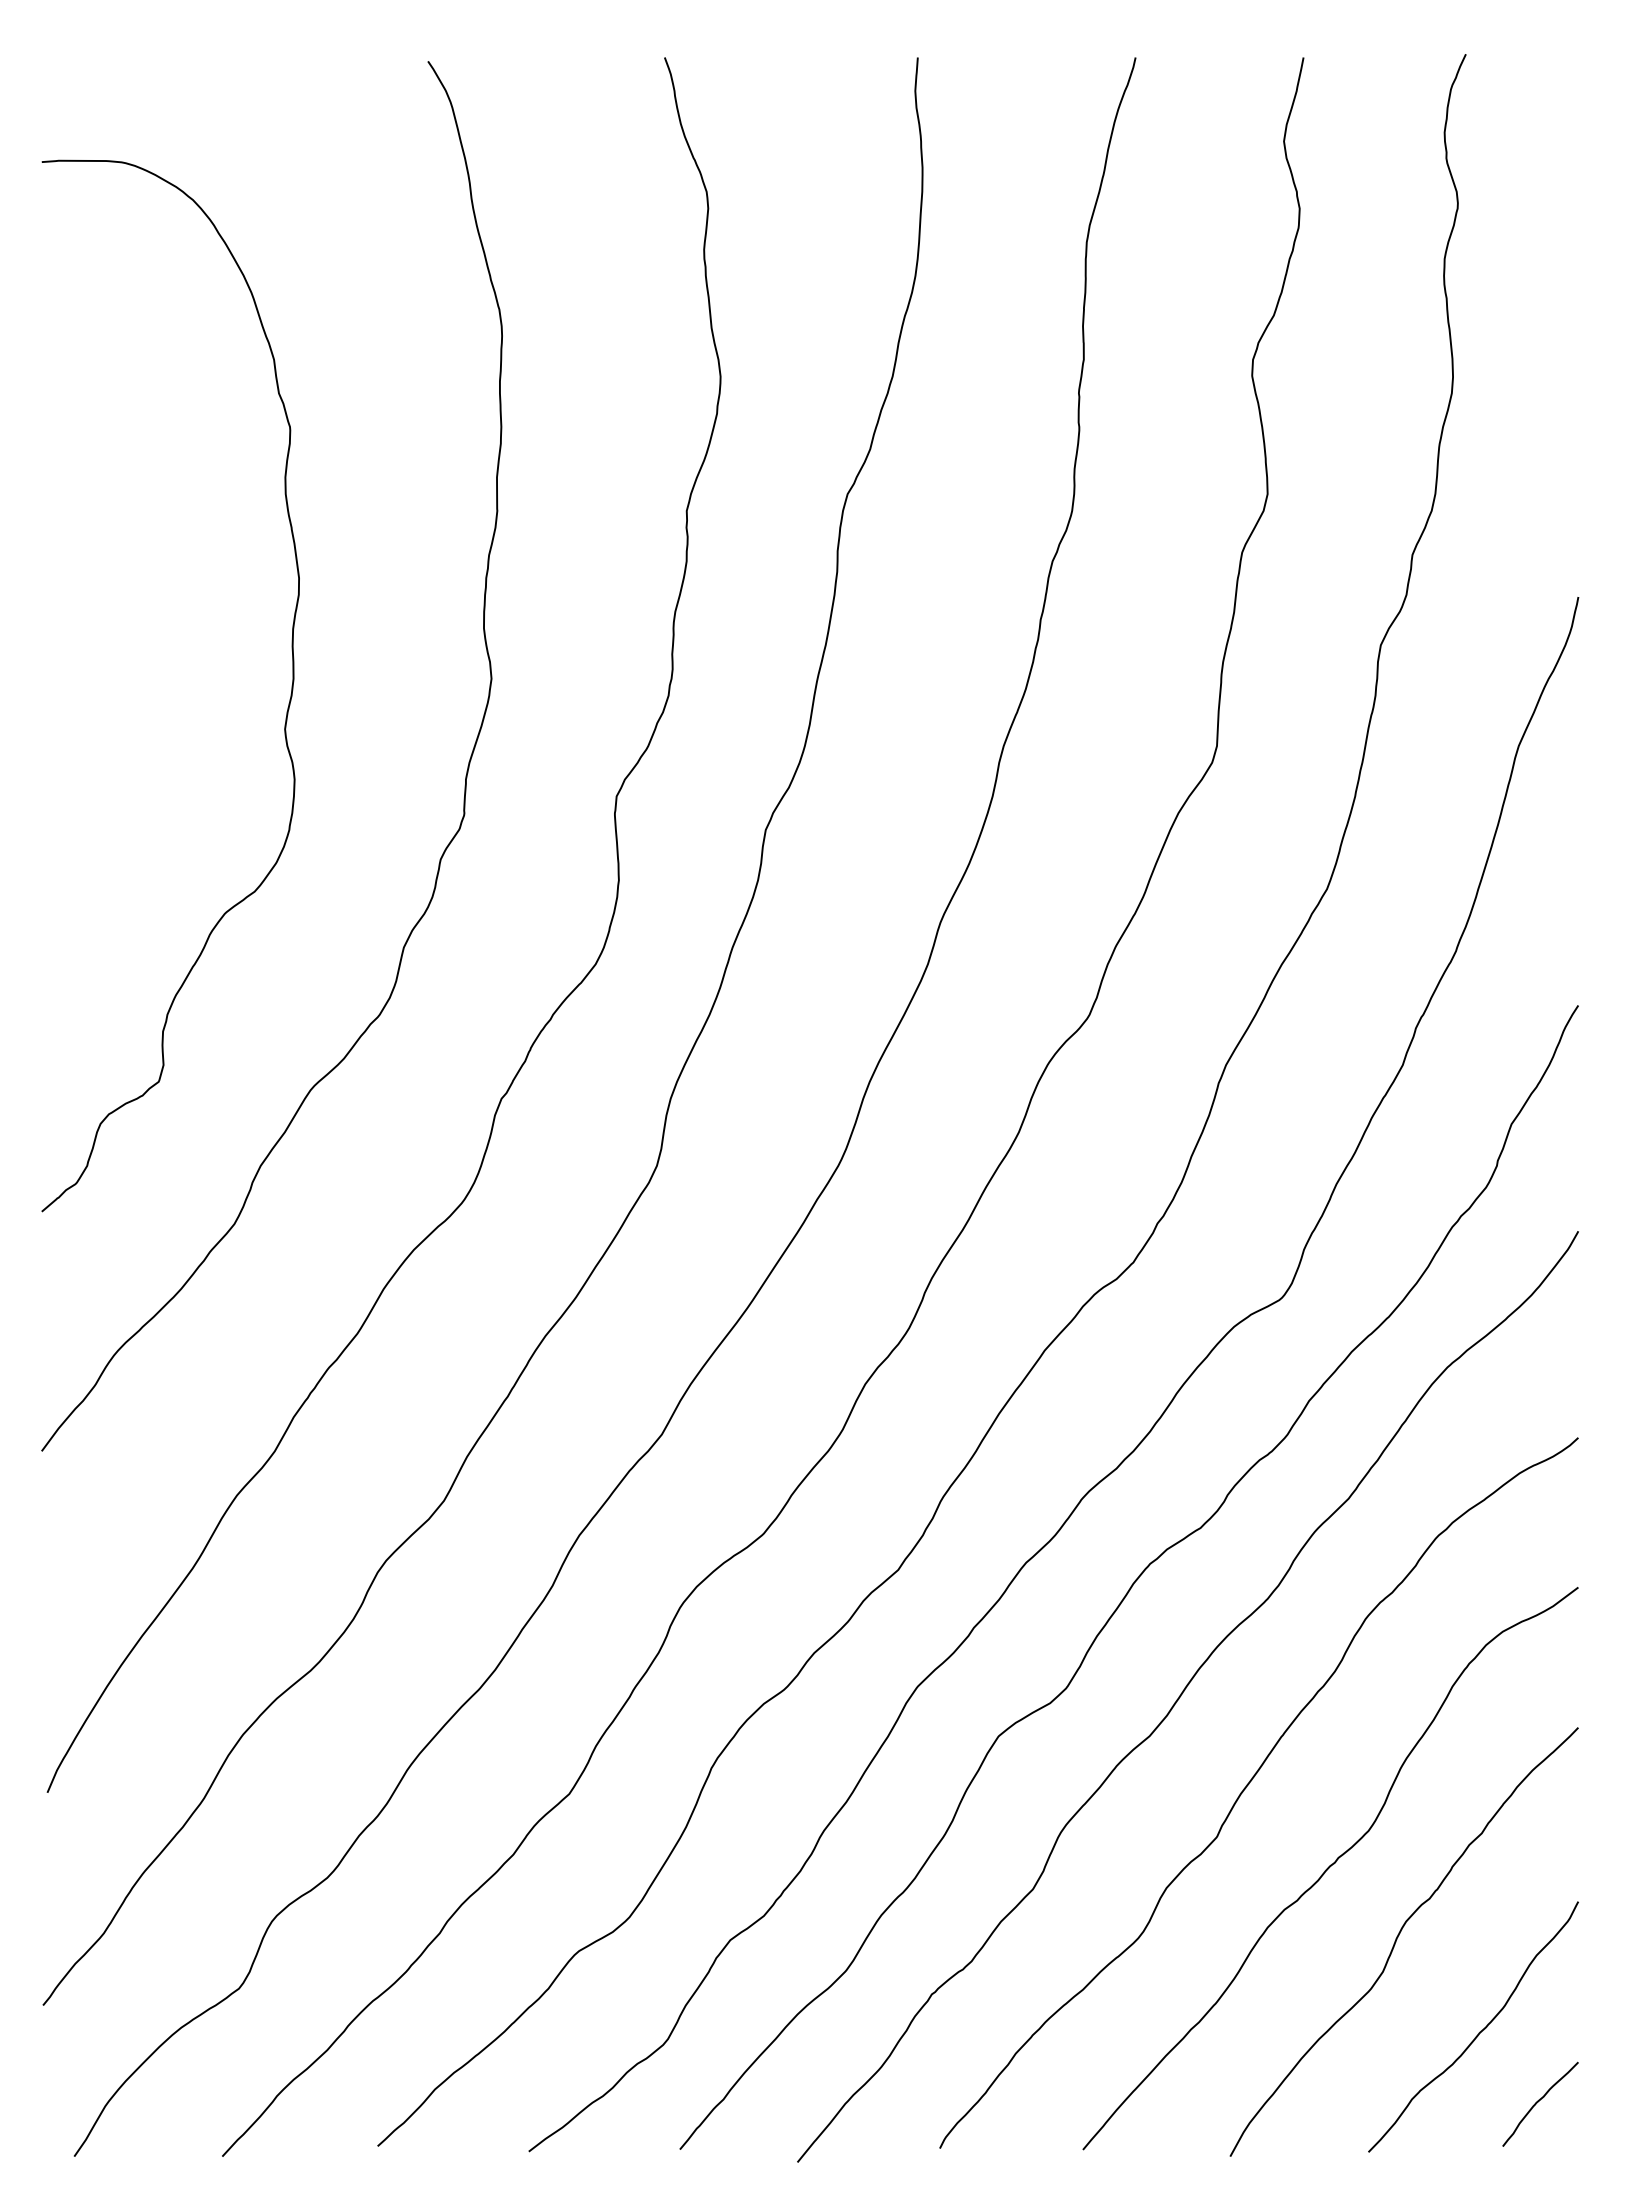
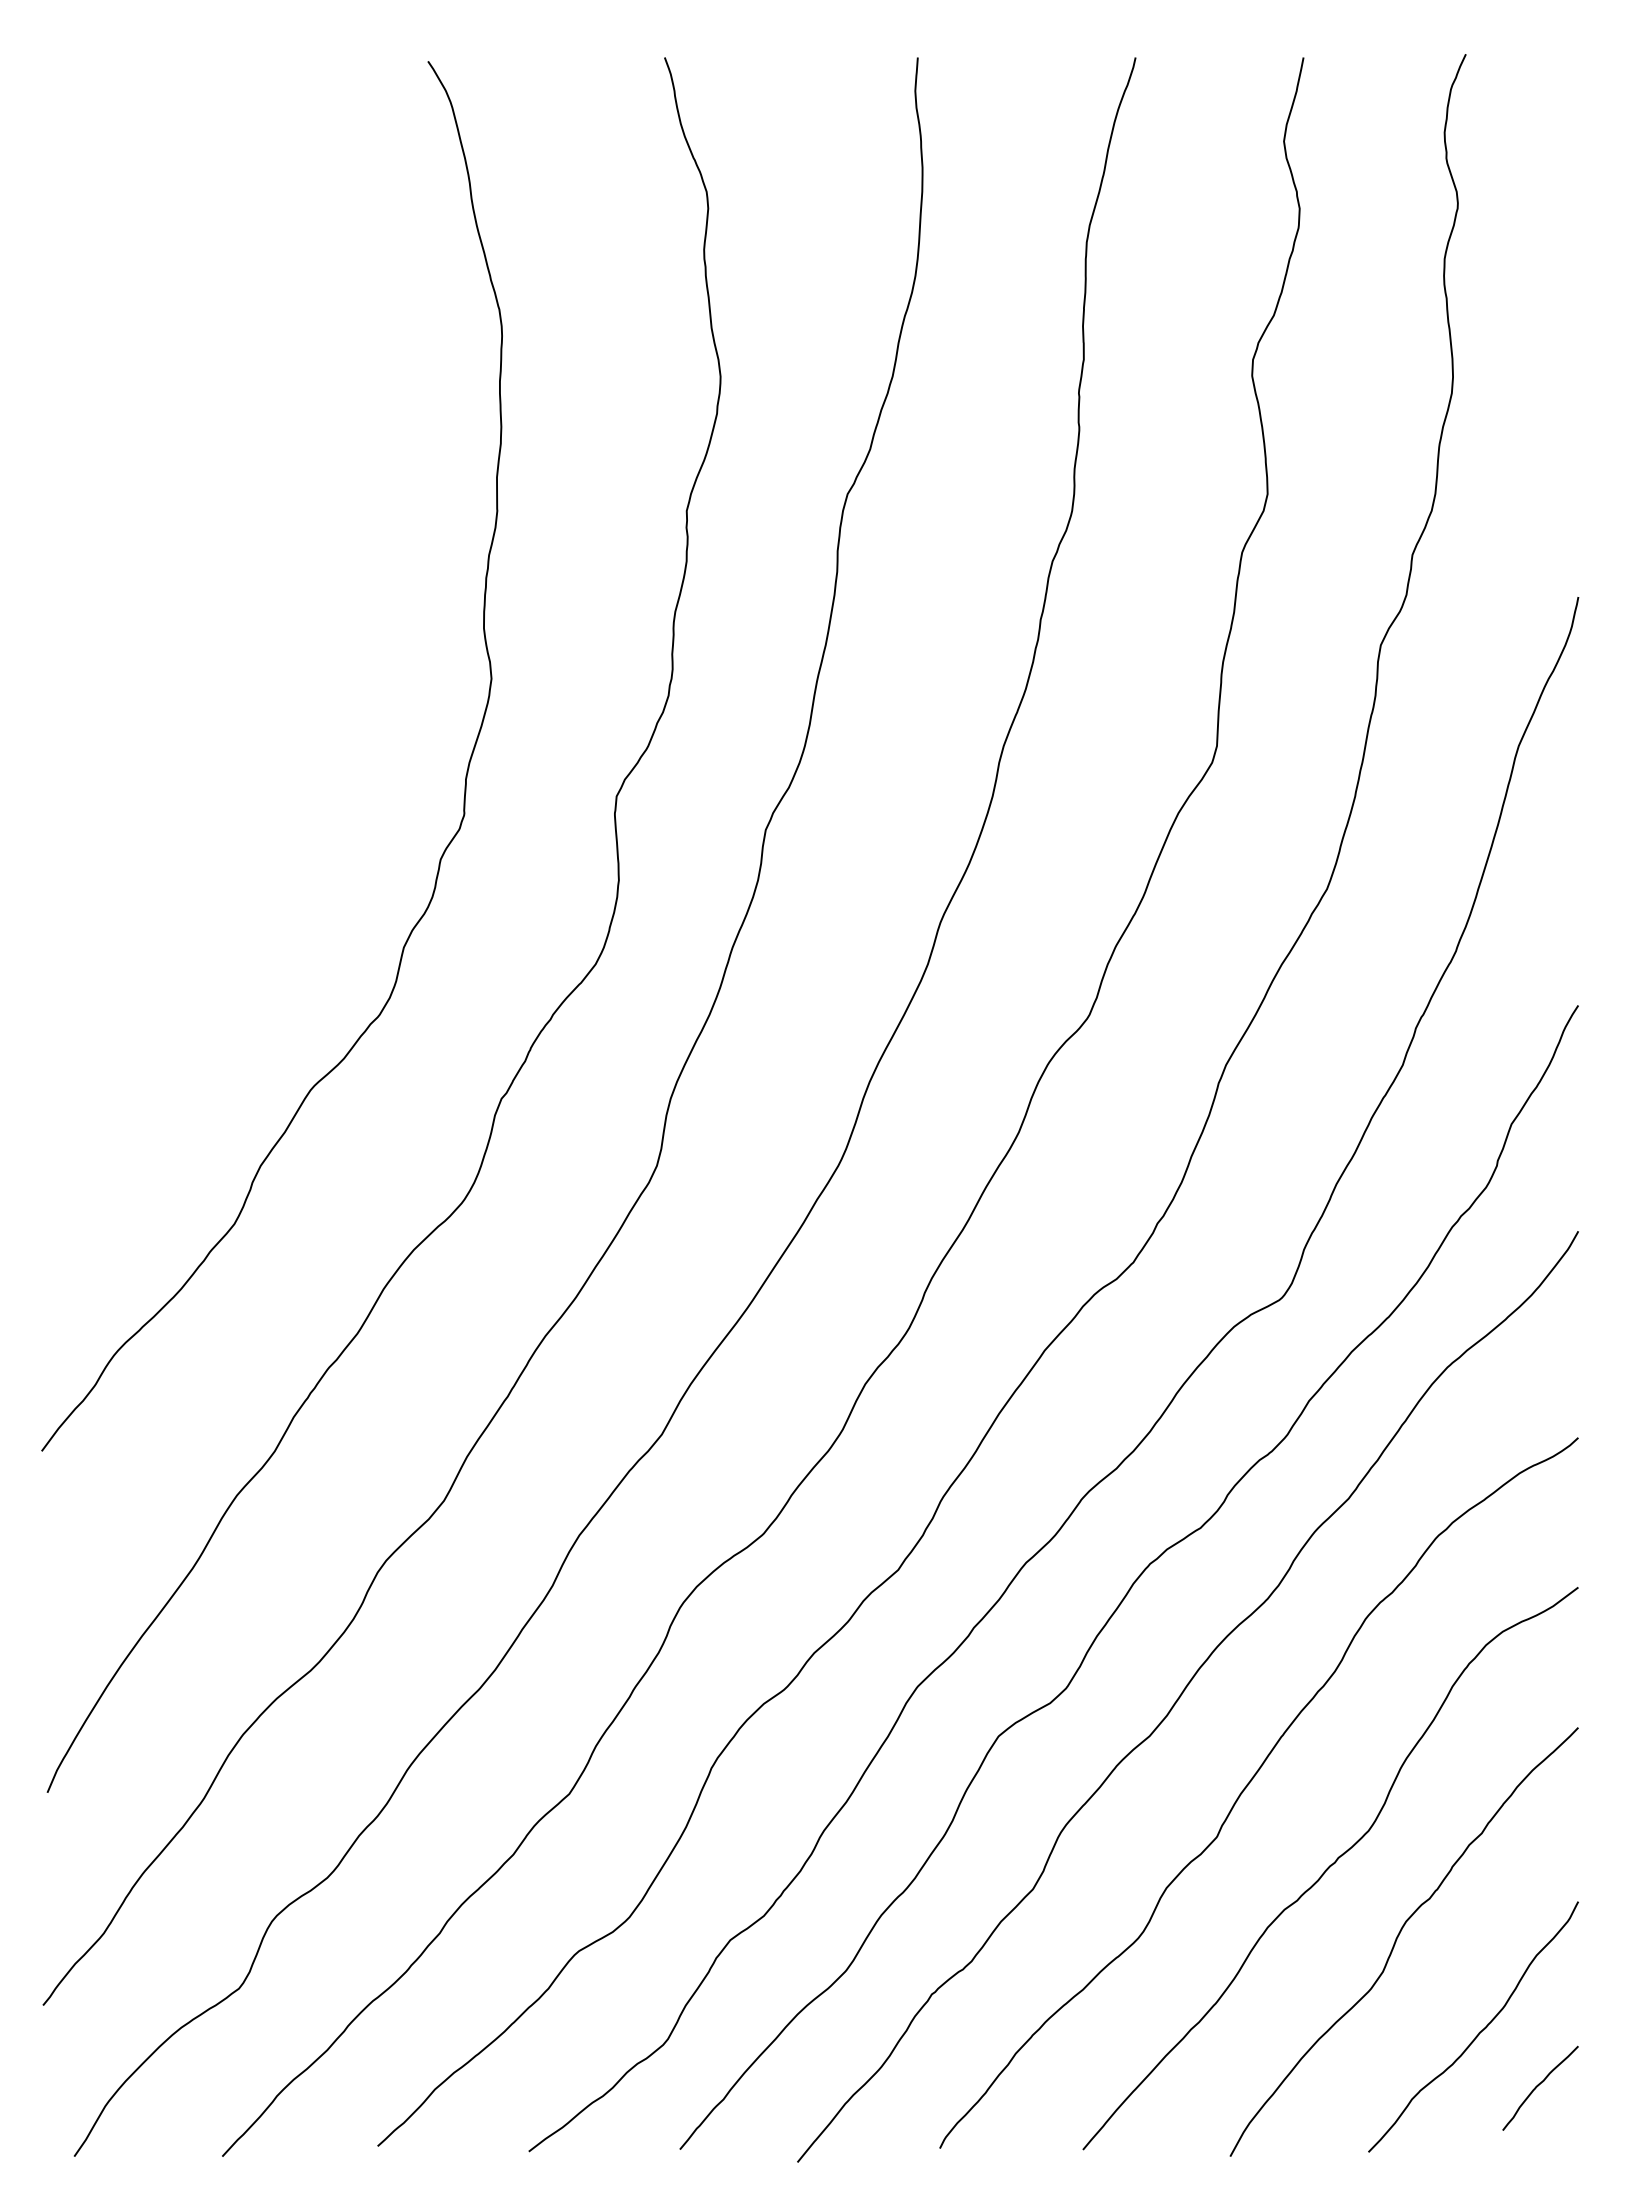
curve at (286, 711): present -> none
curve at (1539, 2101) position: (1539, 2101) -> (1539, 2085)
